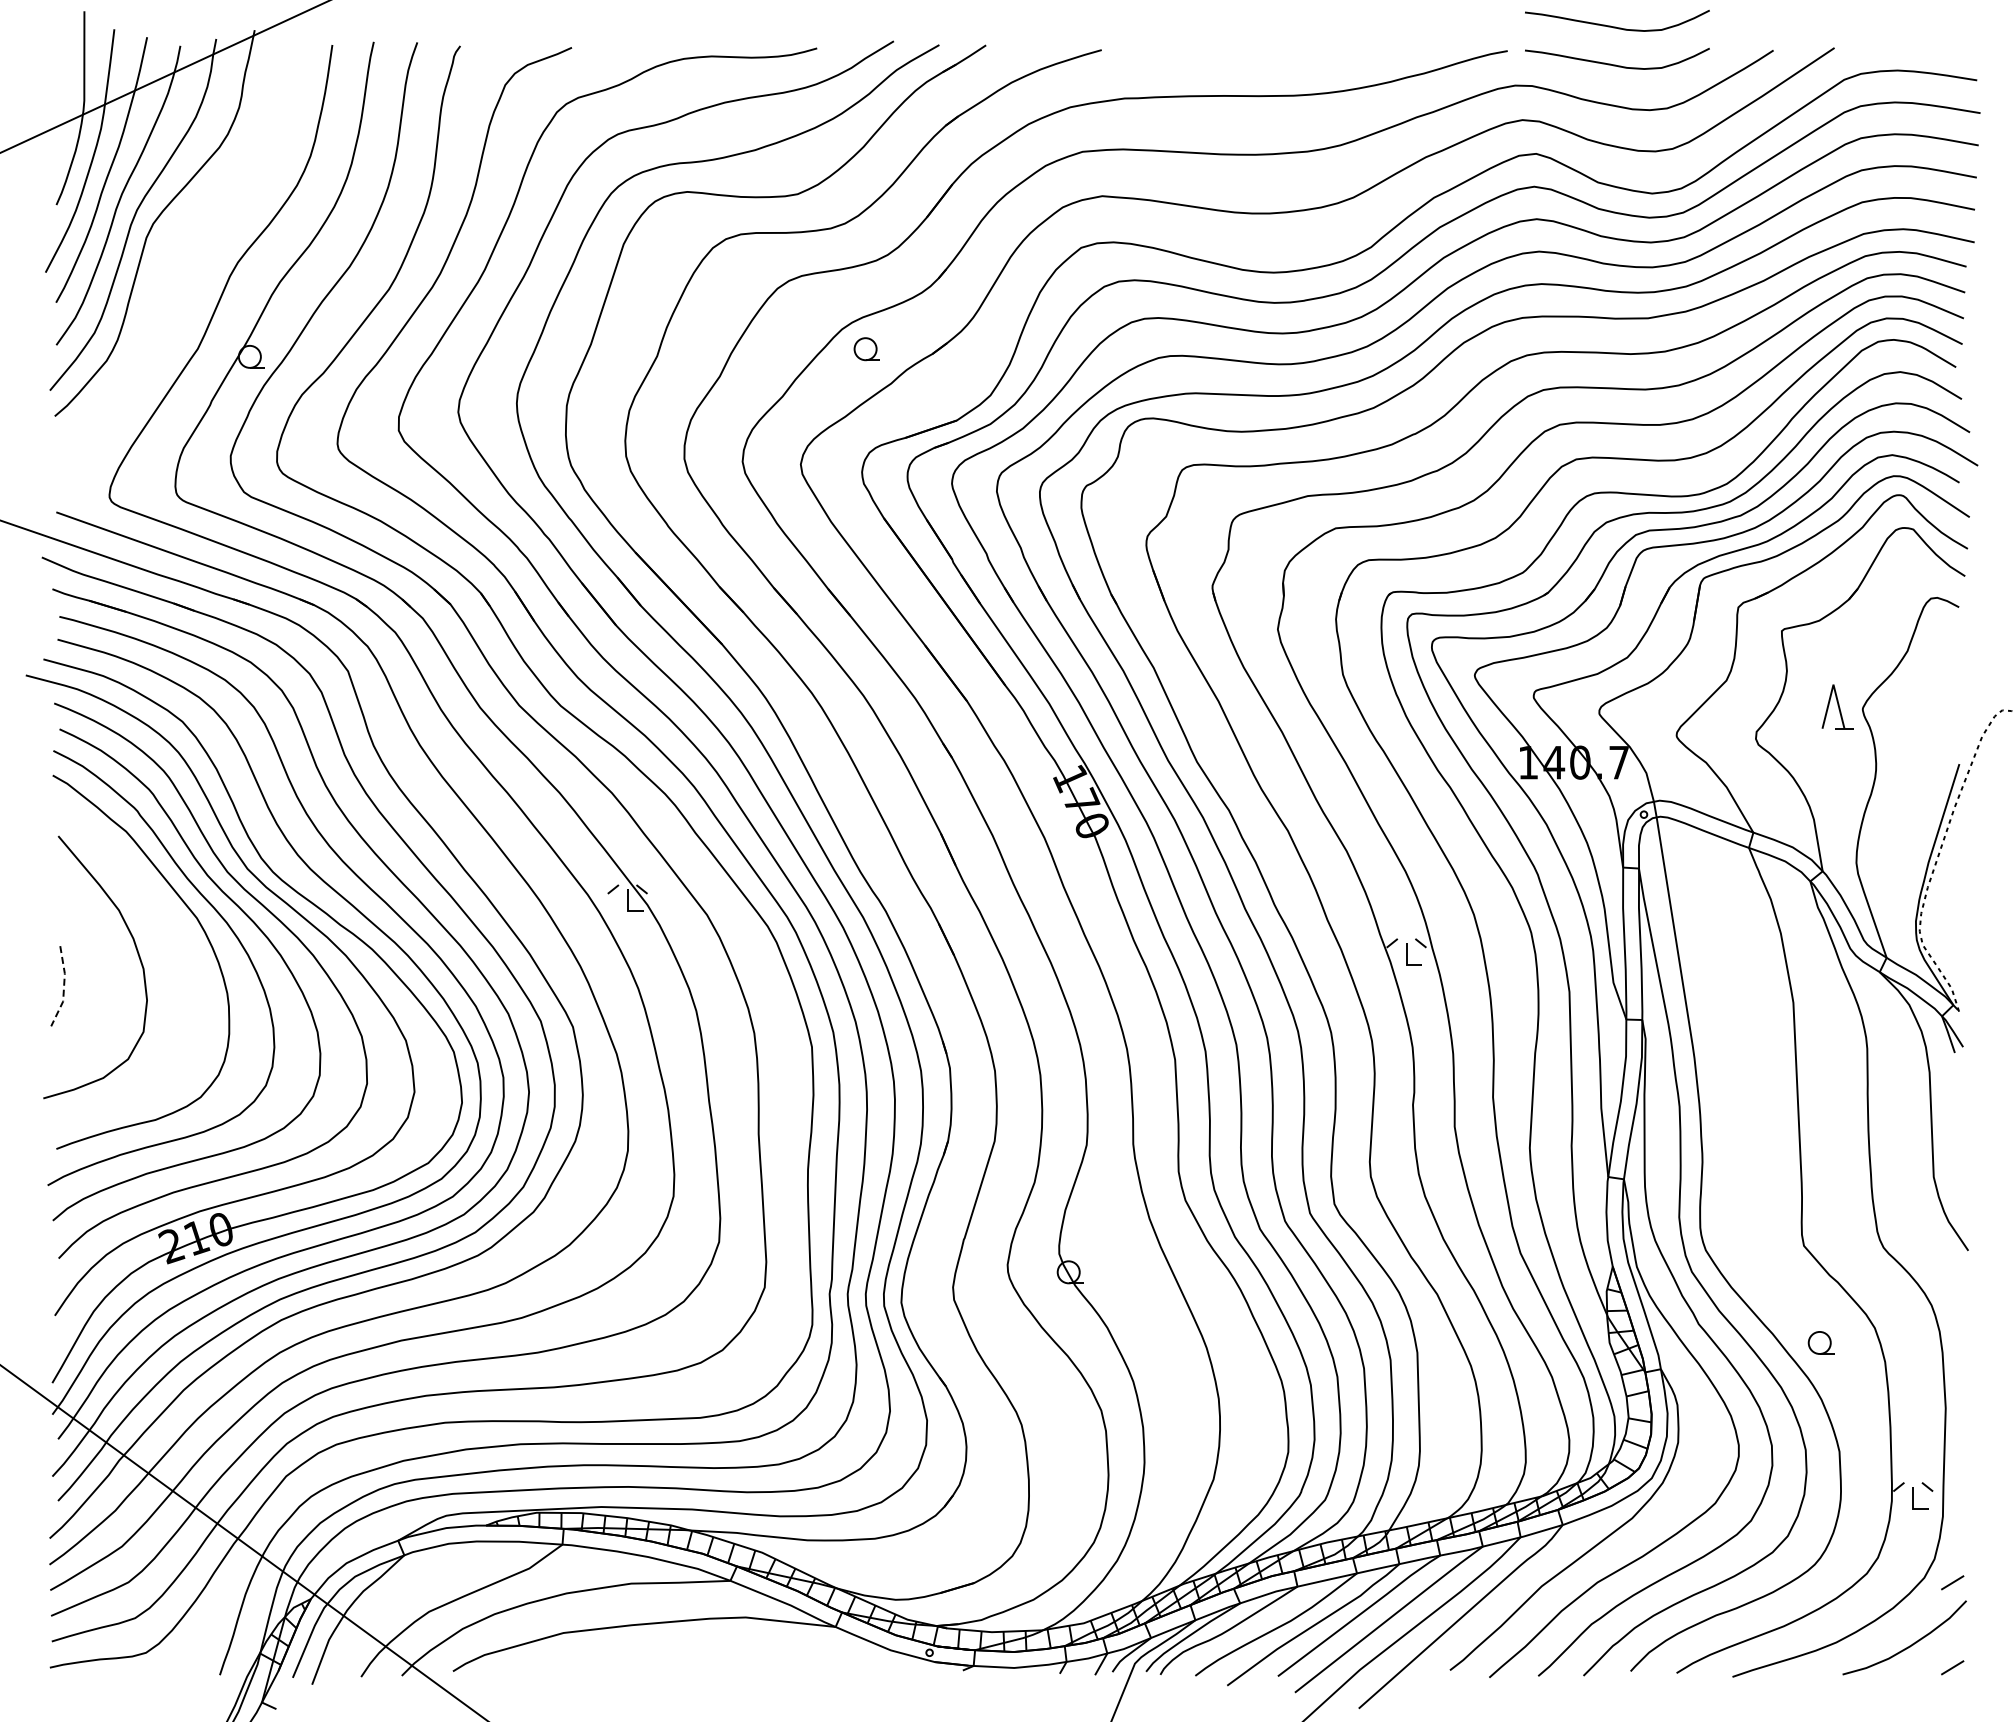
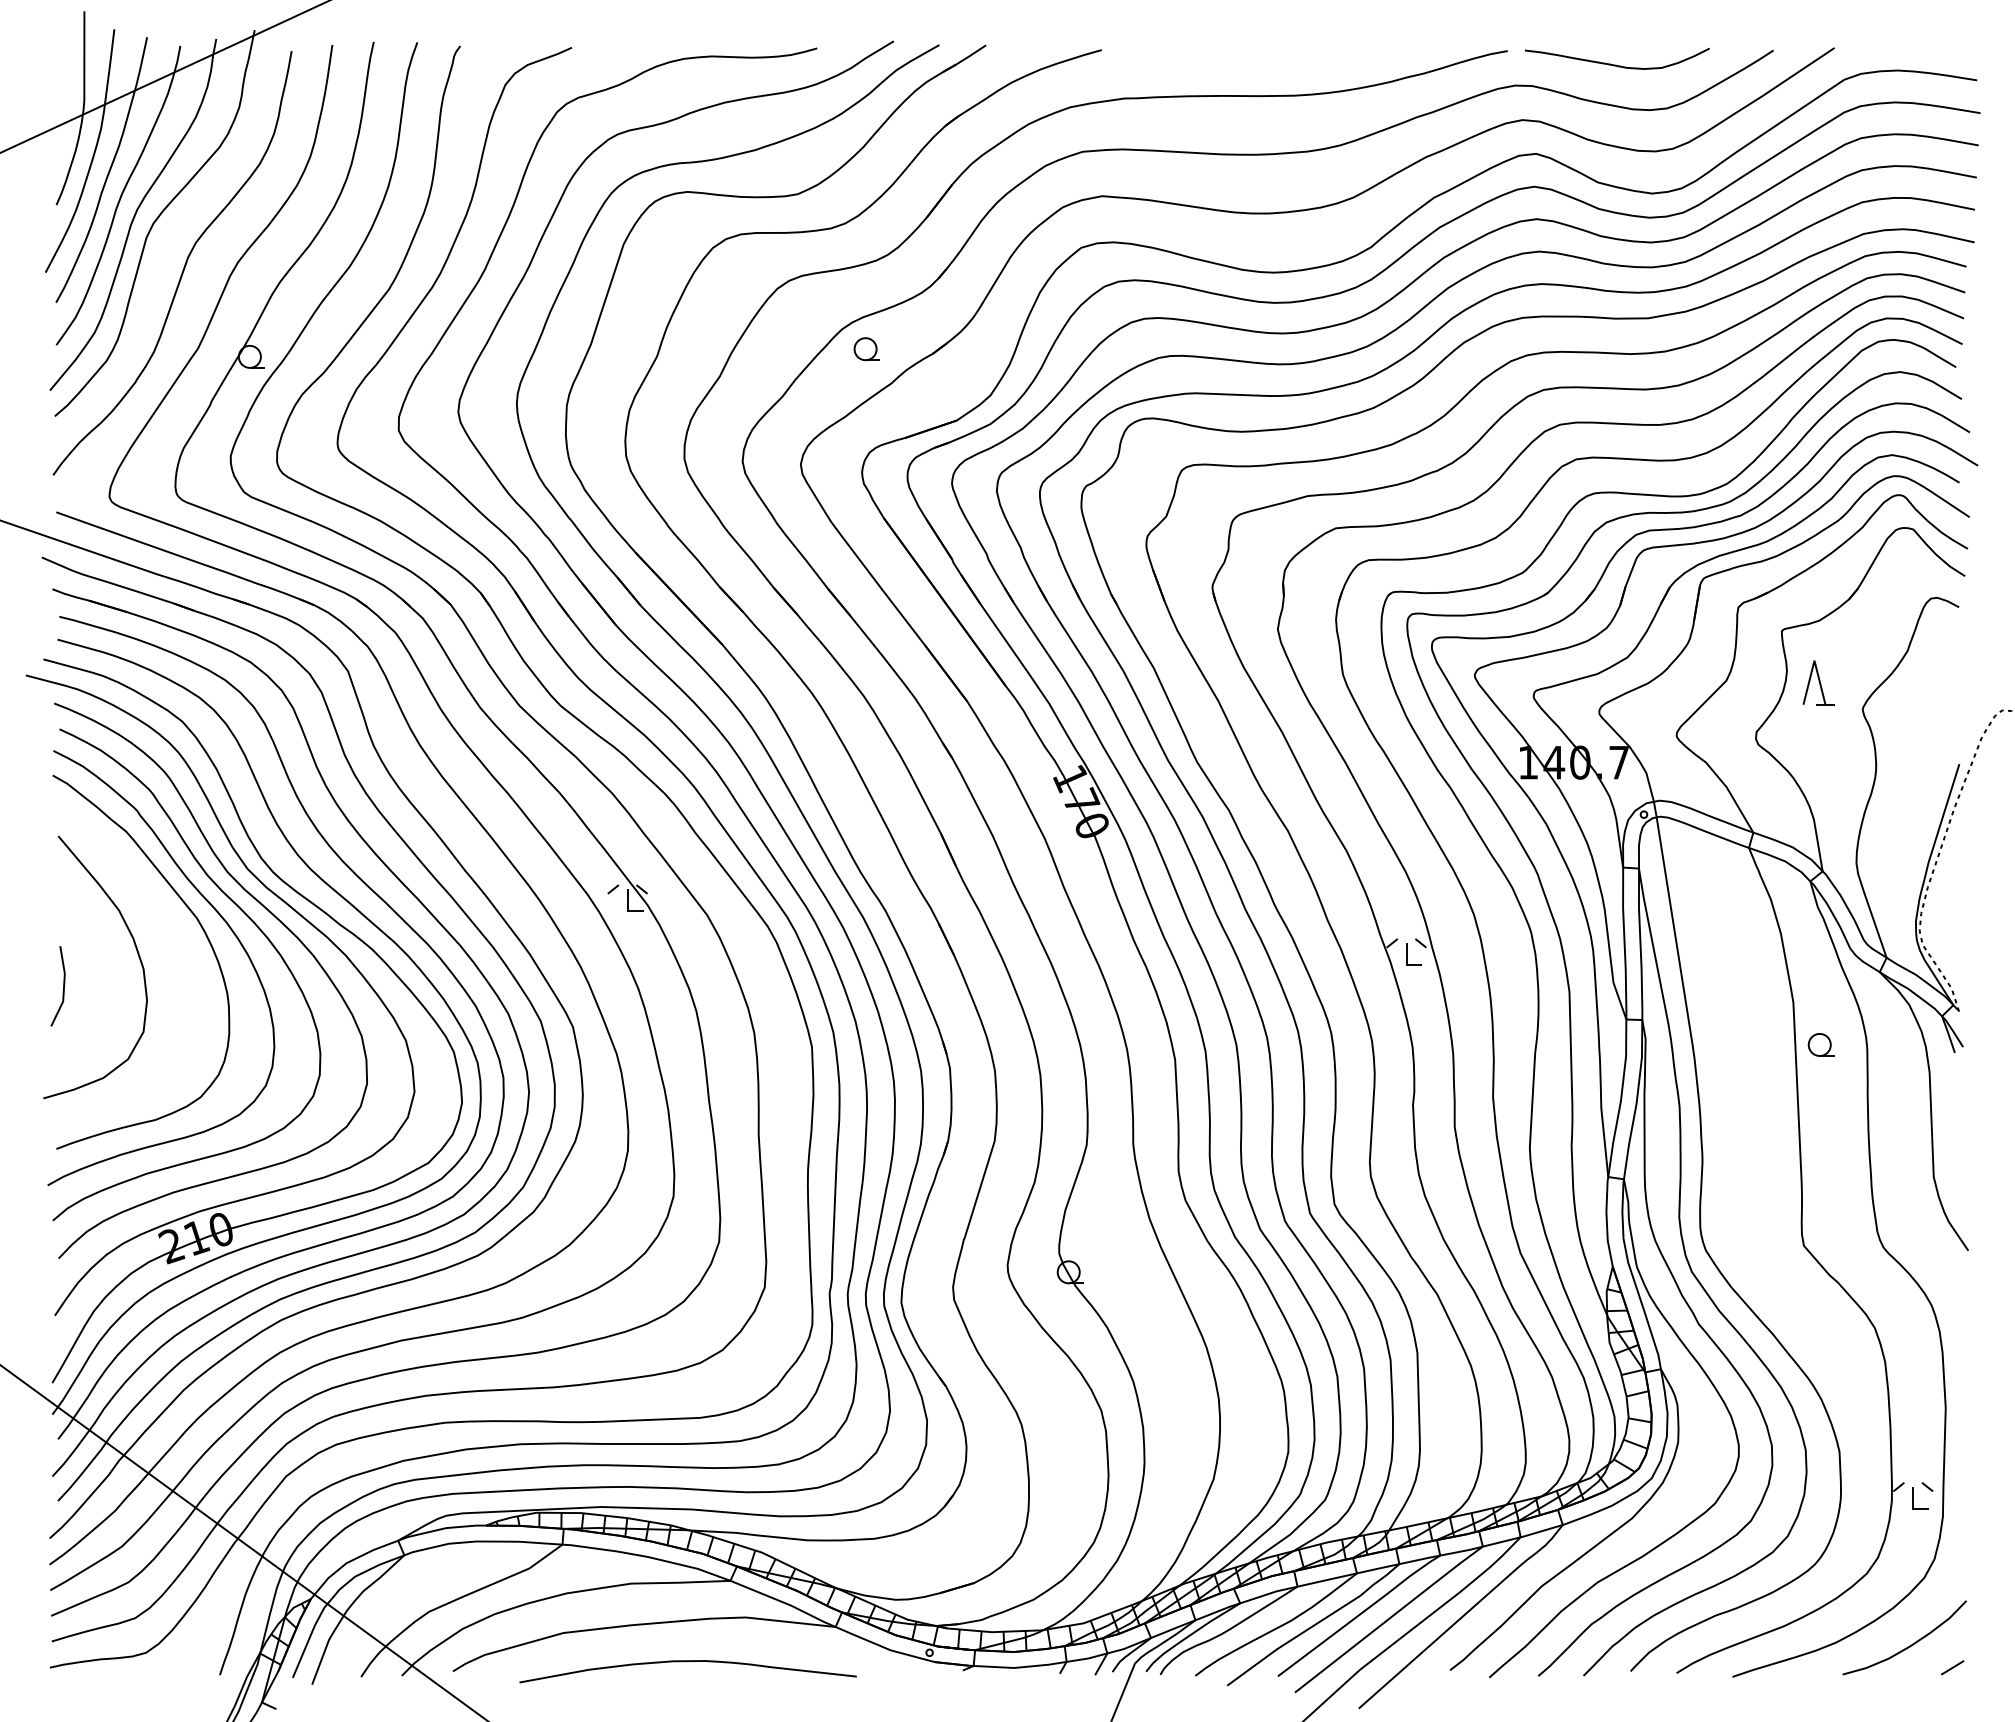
curve at (1616, 26): present -> none
curve at (182, 269): none -> present
part at (1837, 706) position: (1837, 706) -> (1818, 682)
line at (64, 987): dashed -> solid
part at (1820, 1342) position: (1820, 1342) -> (1820, 1044)
line at (1952, 1582): present -> none
curve at (687, 1662): none -> present
